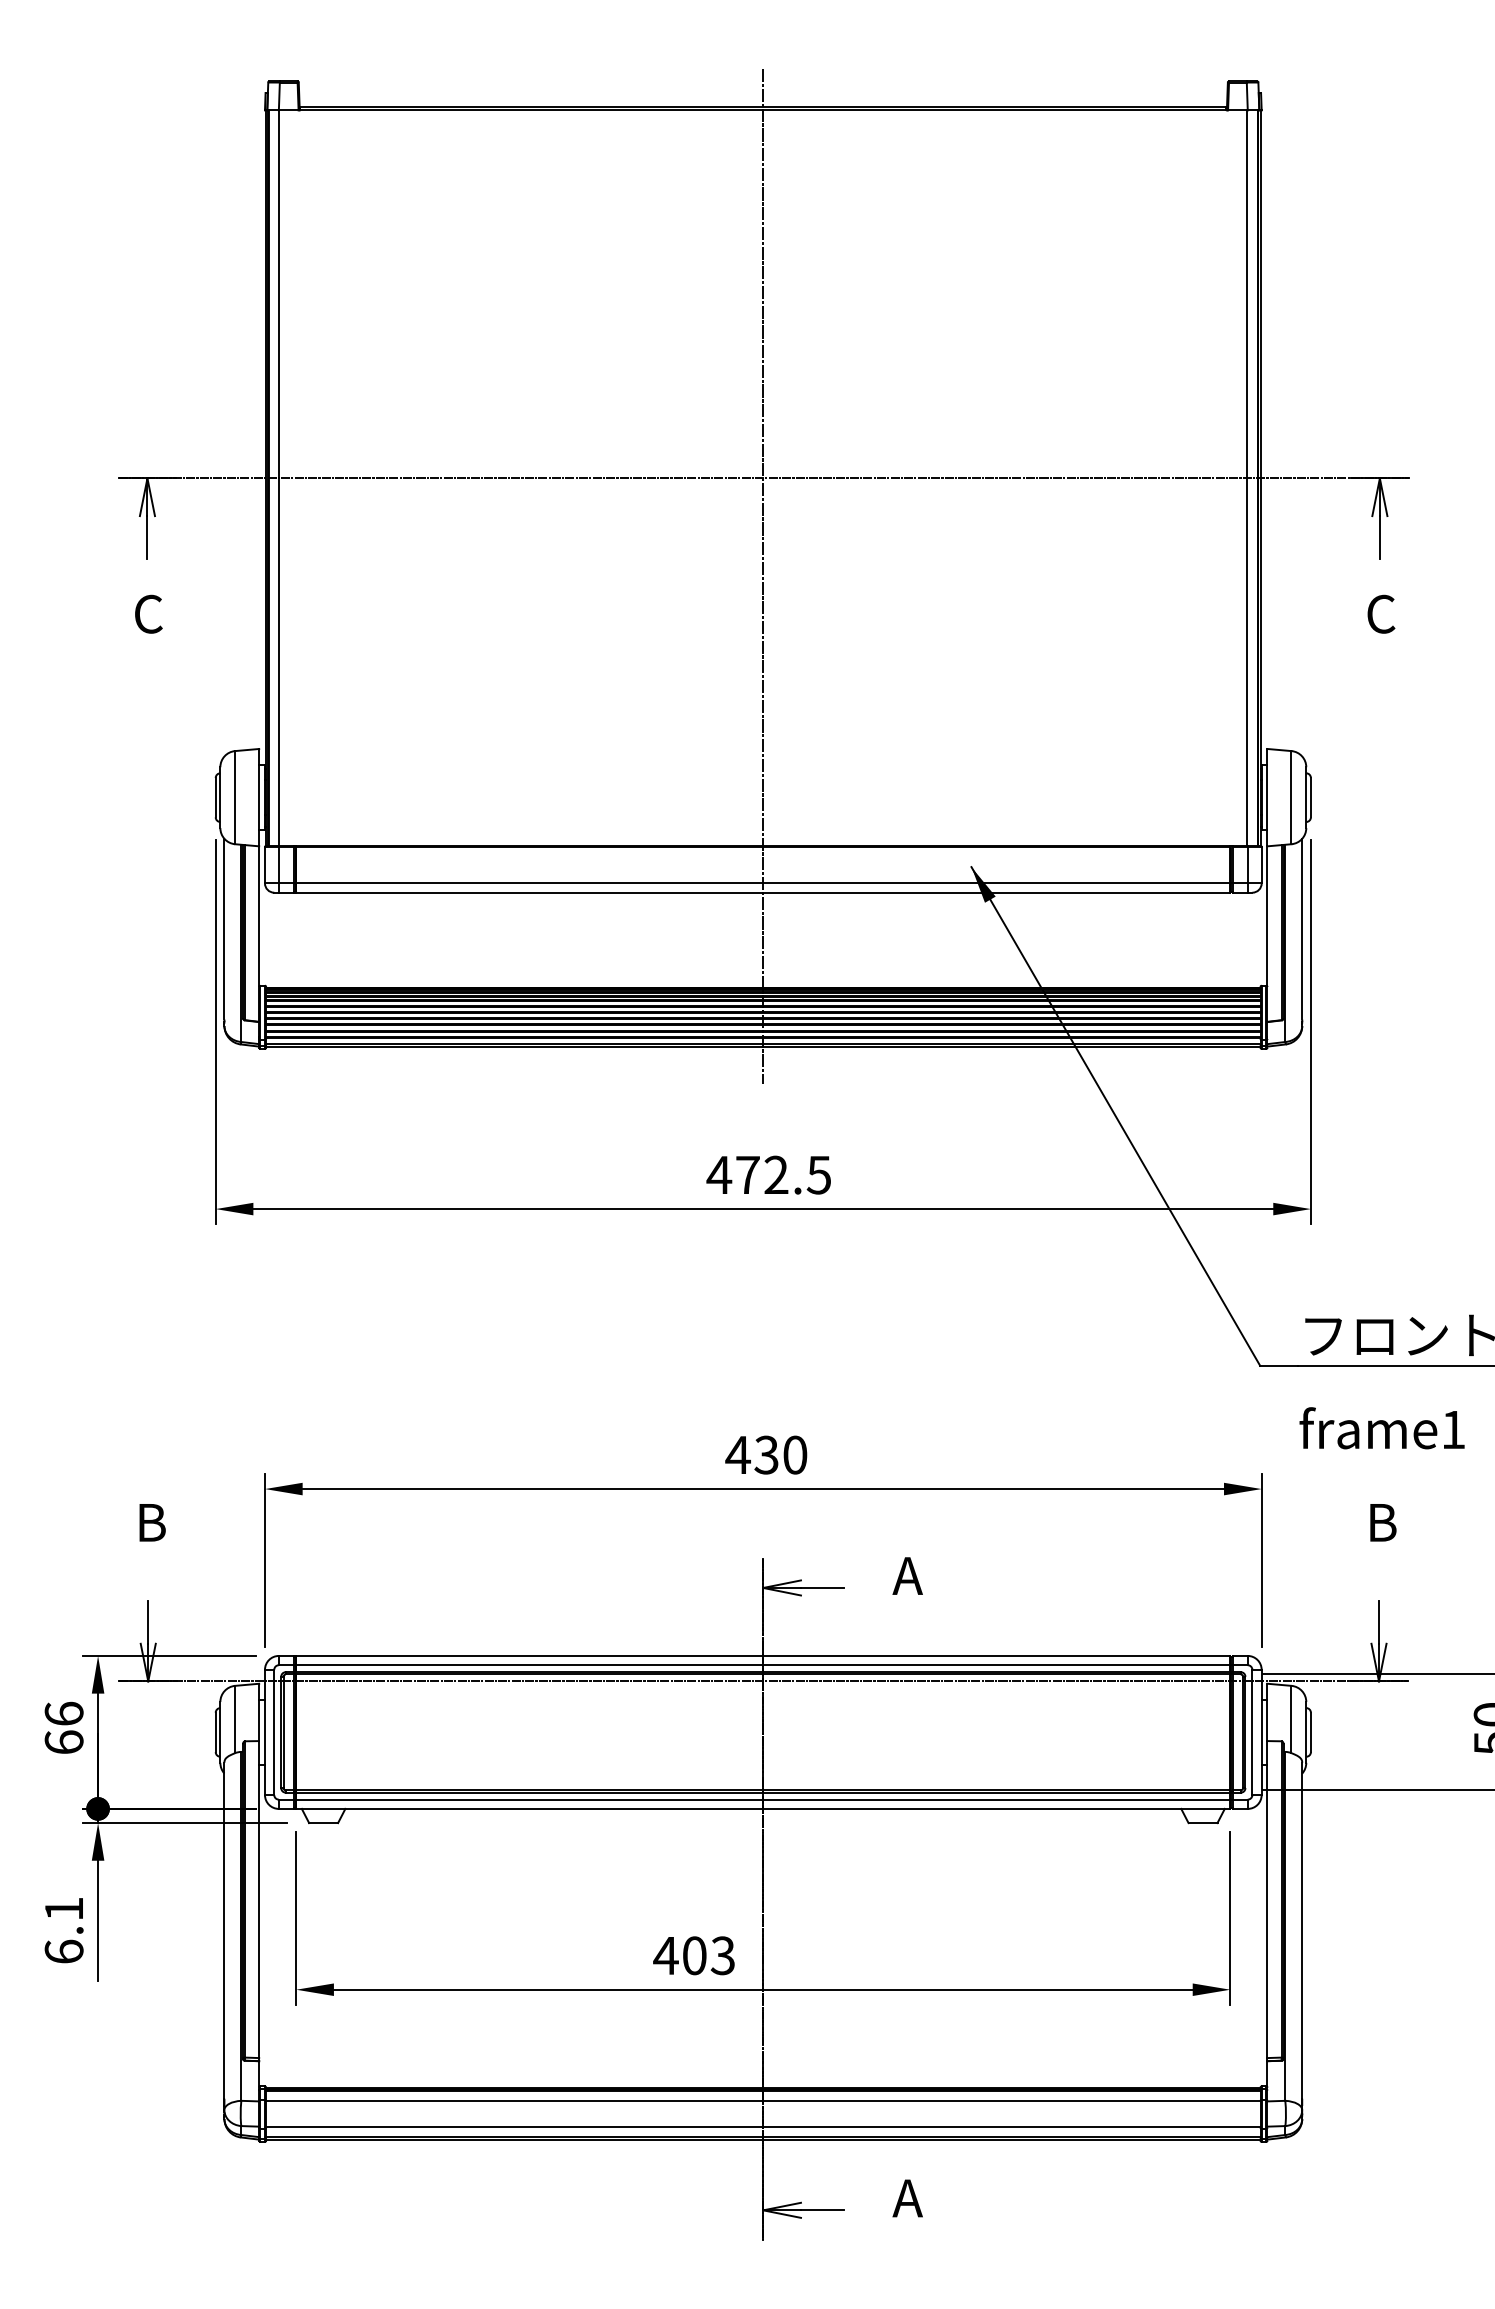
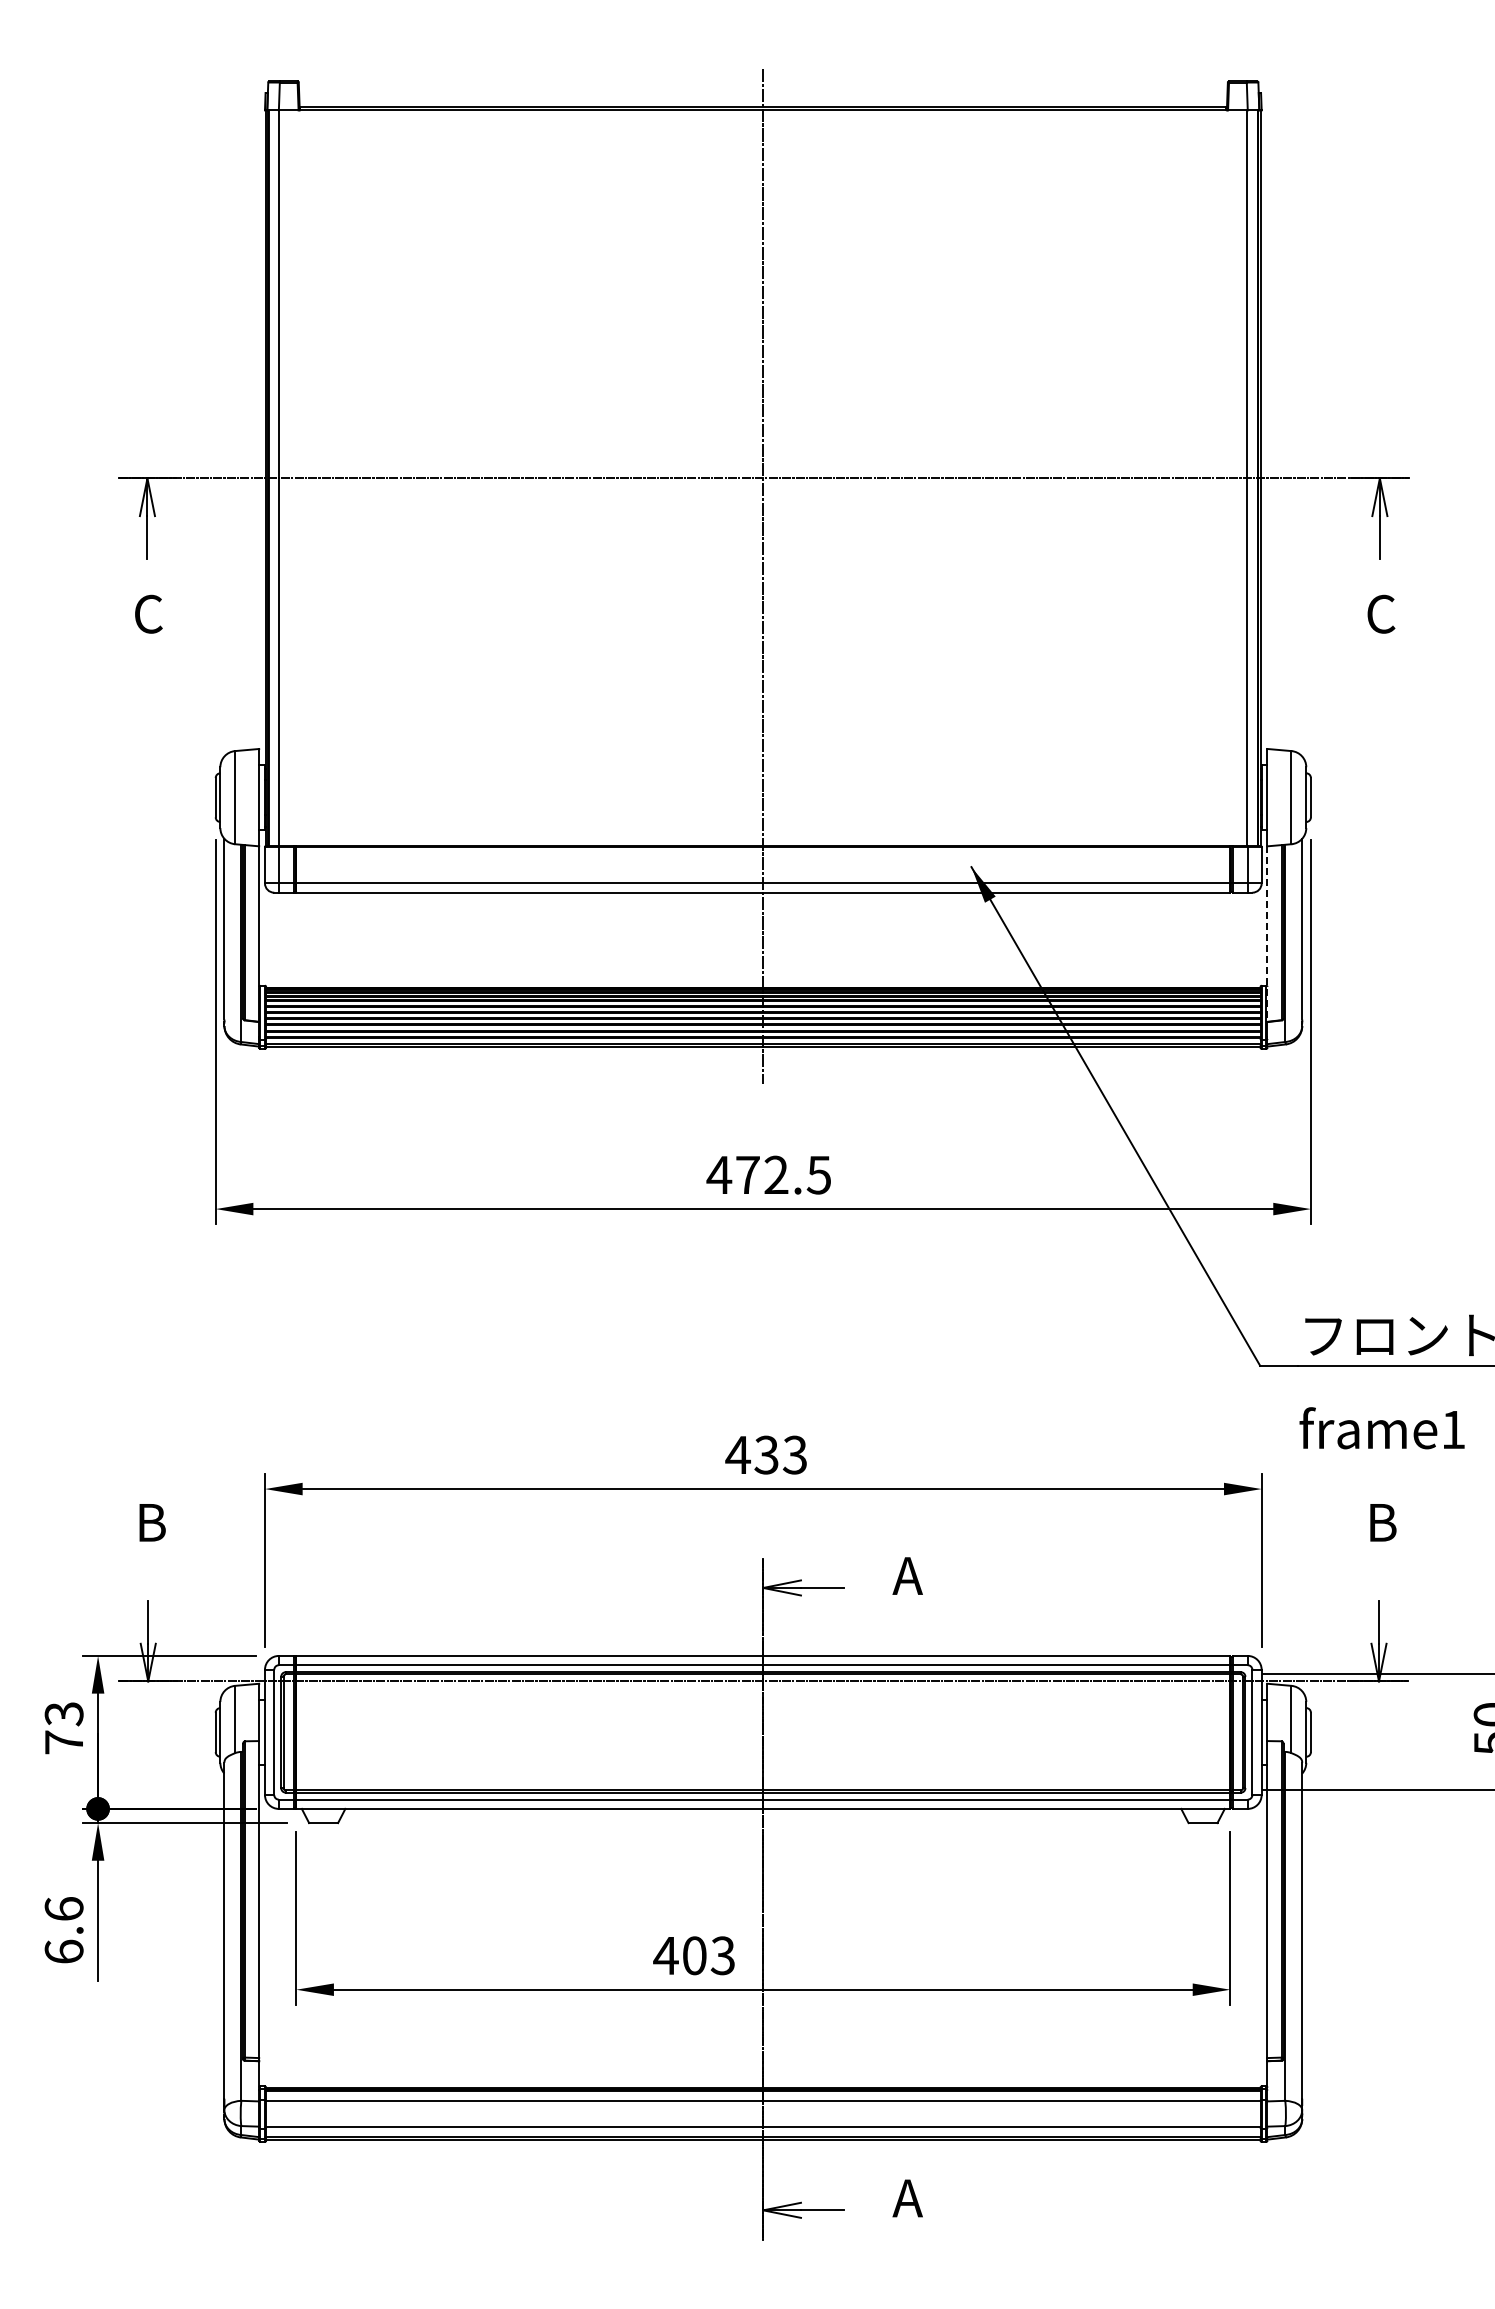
line at (1267, 934): solid -> dashed
text at (794, 1454): 430 -> 433
text at (63, 1727): 66 -> 73
text at (63, 1908): 6.1 -> 6.6
